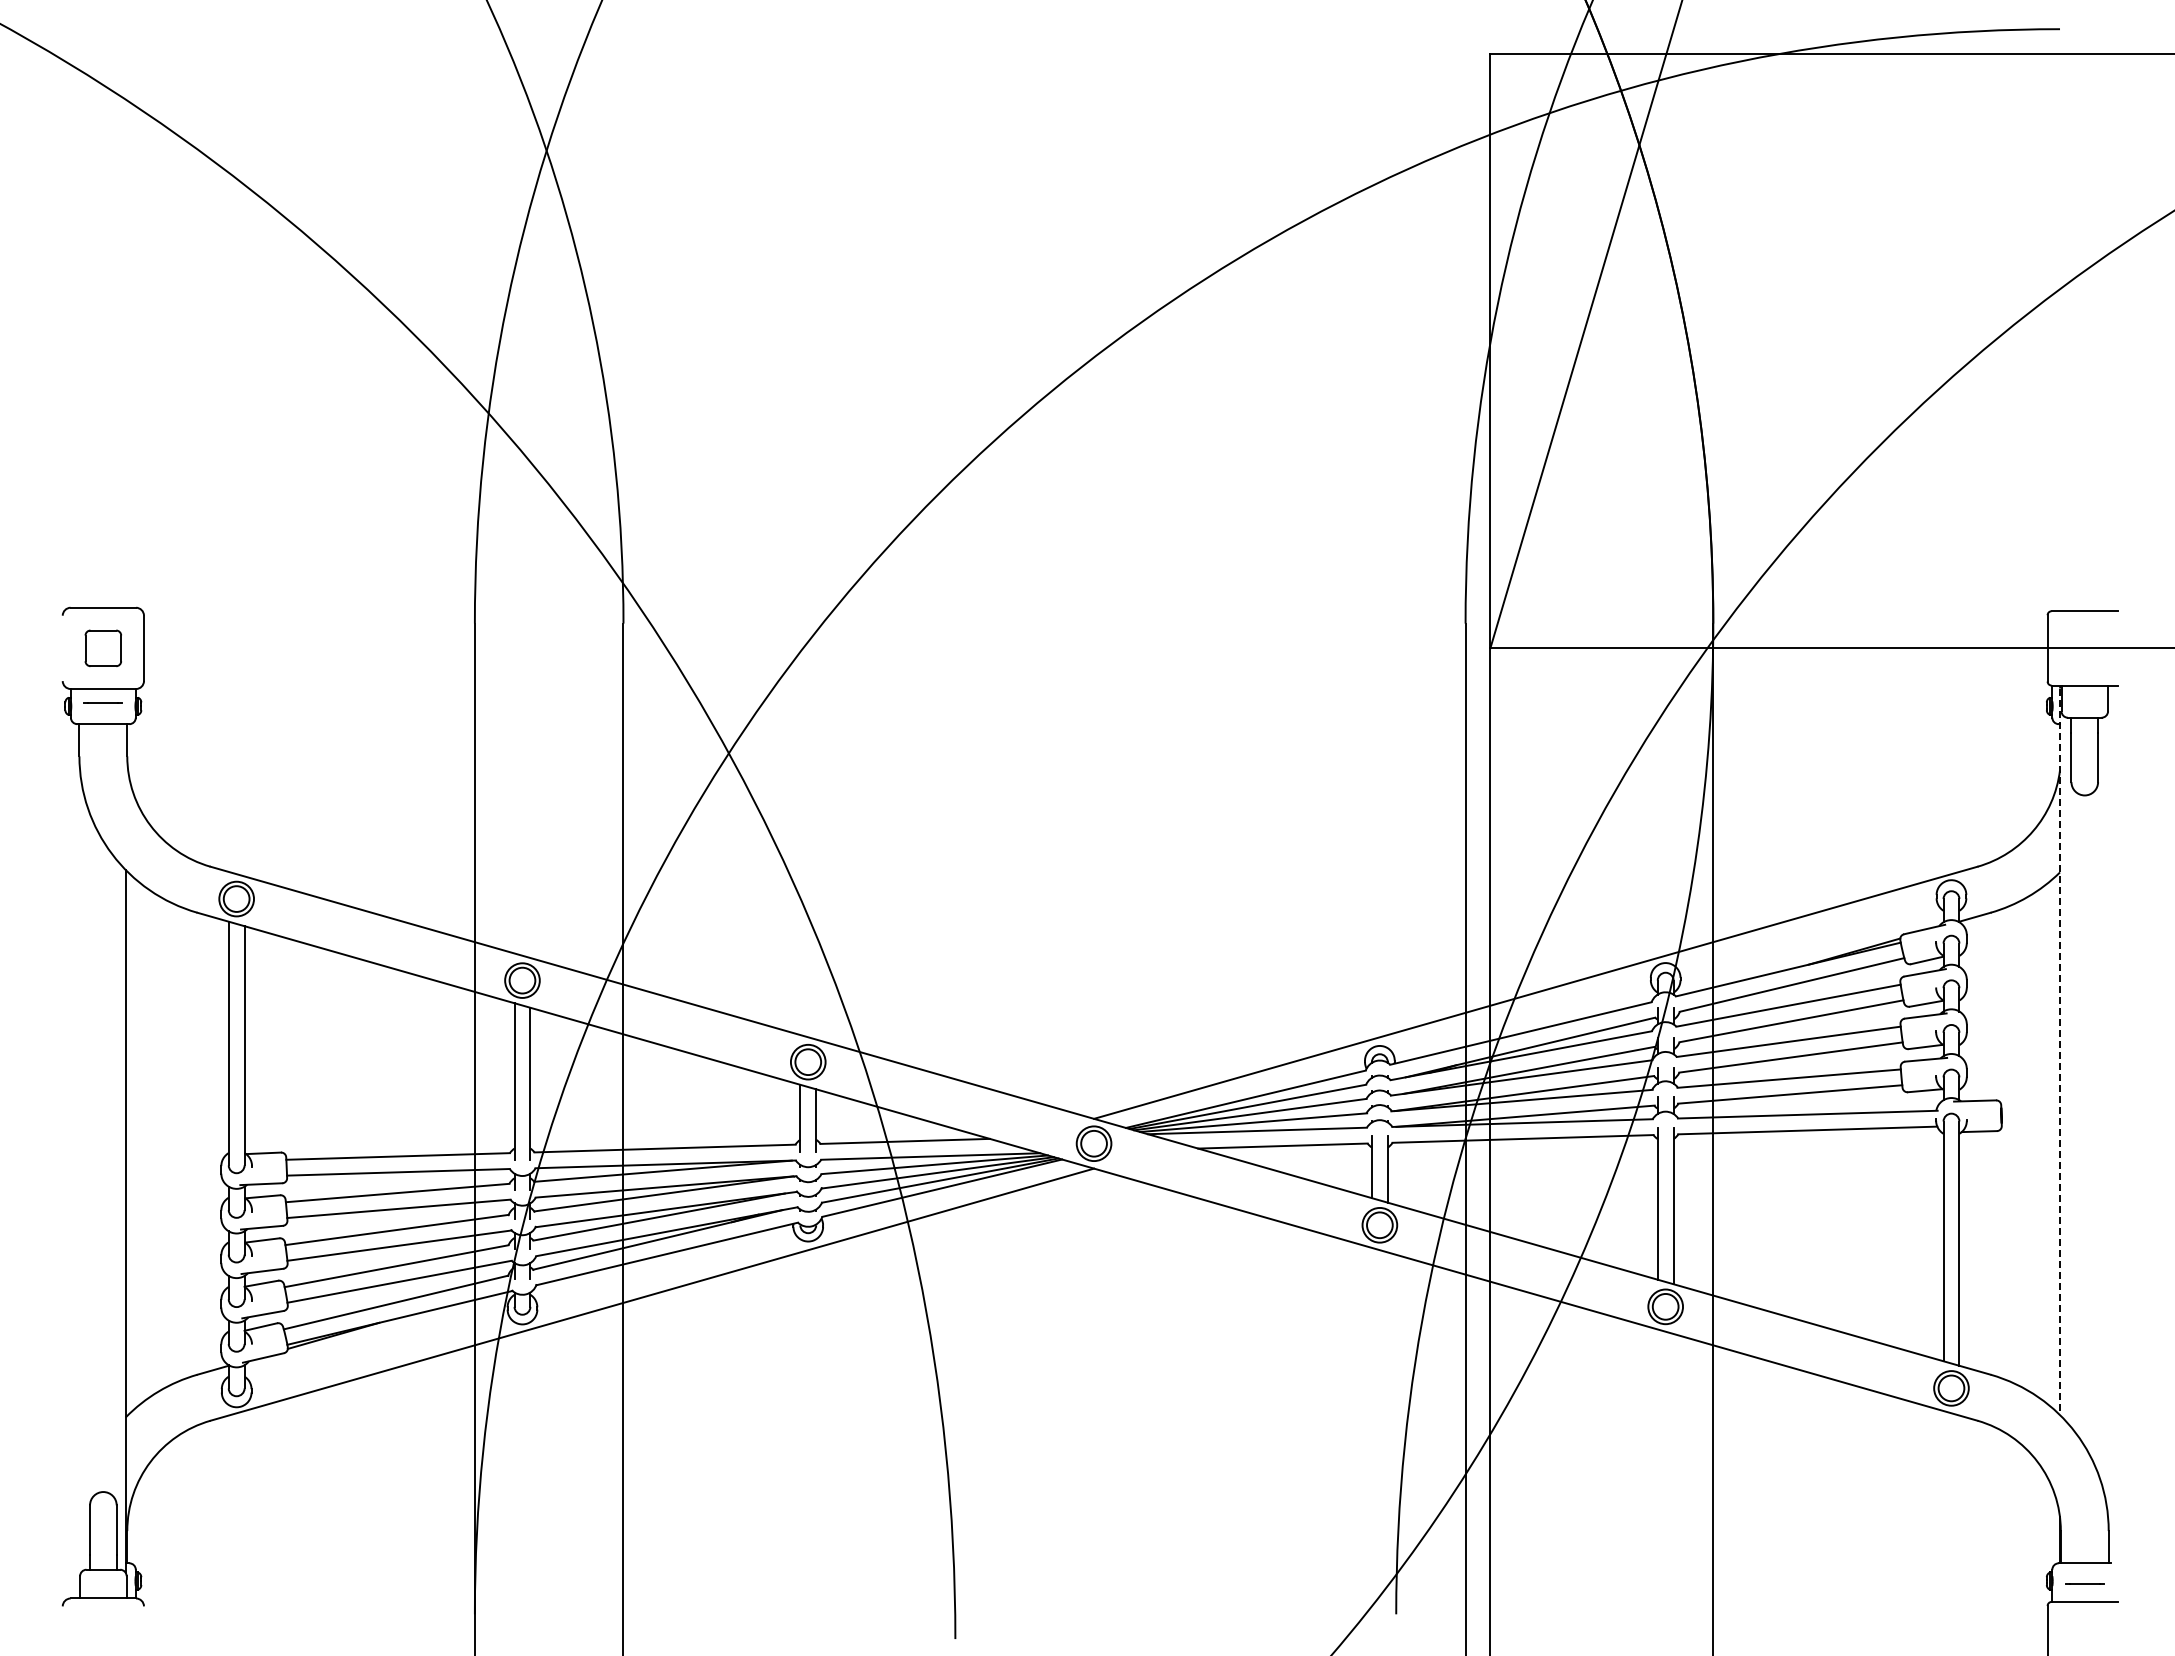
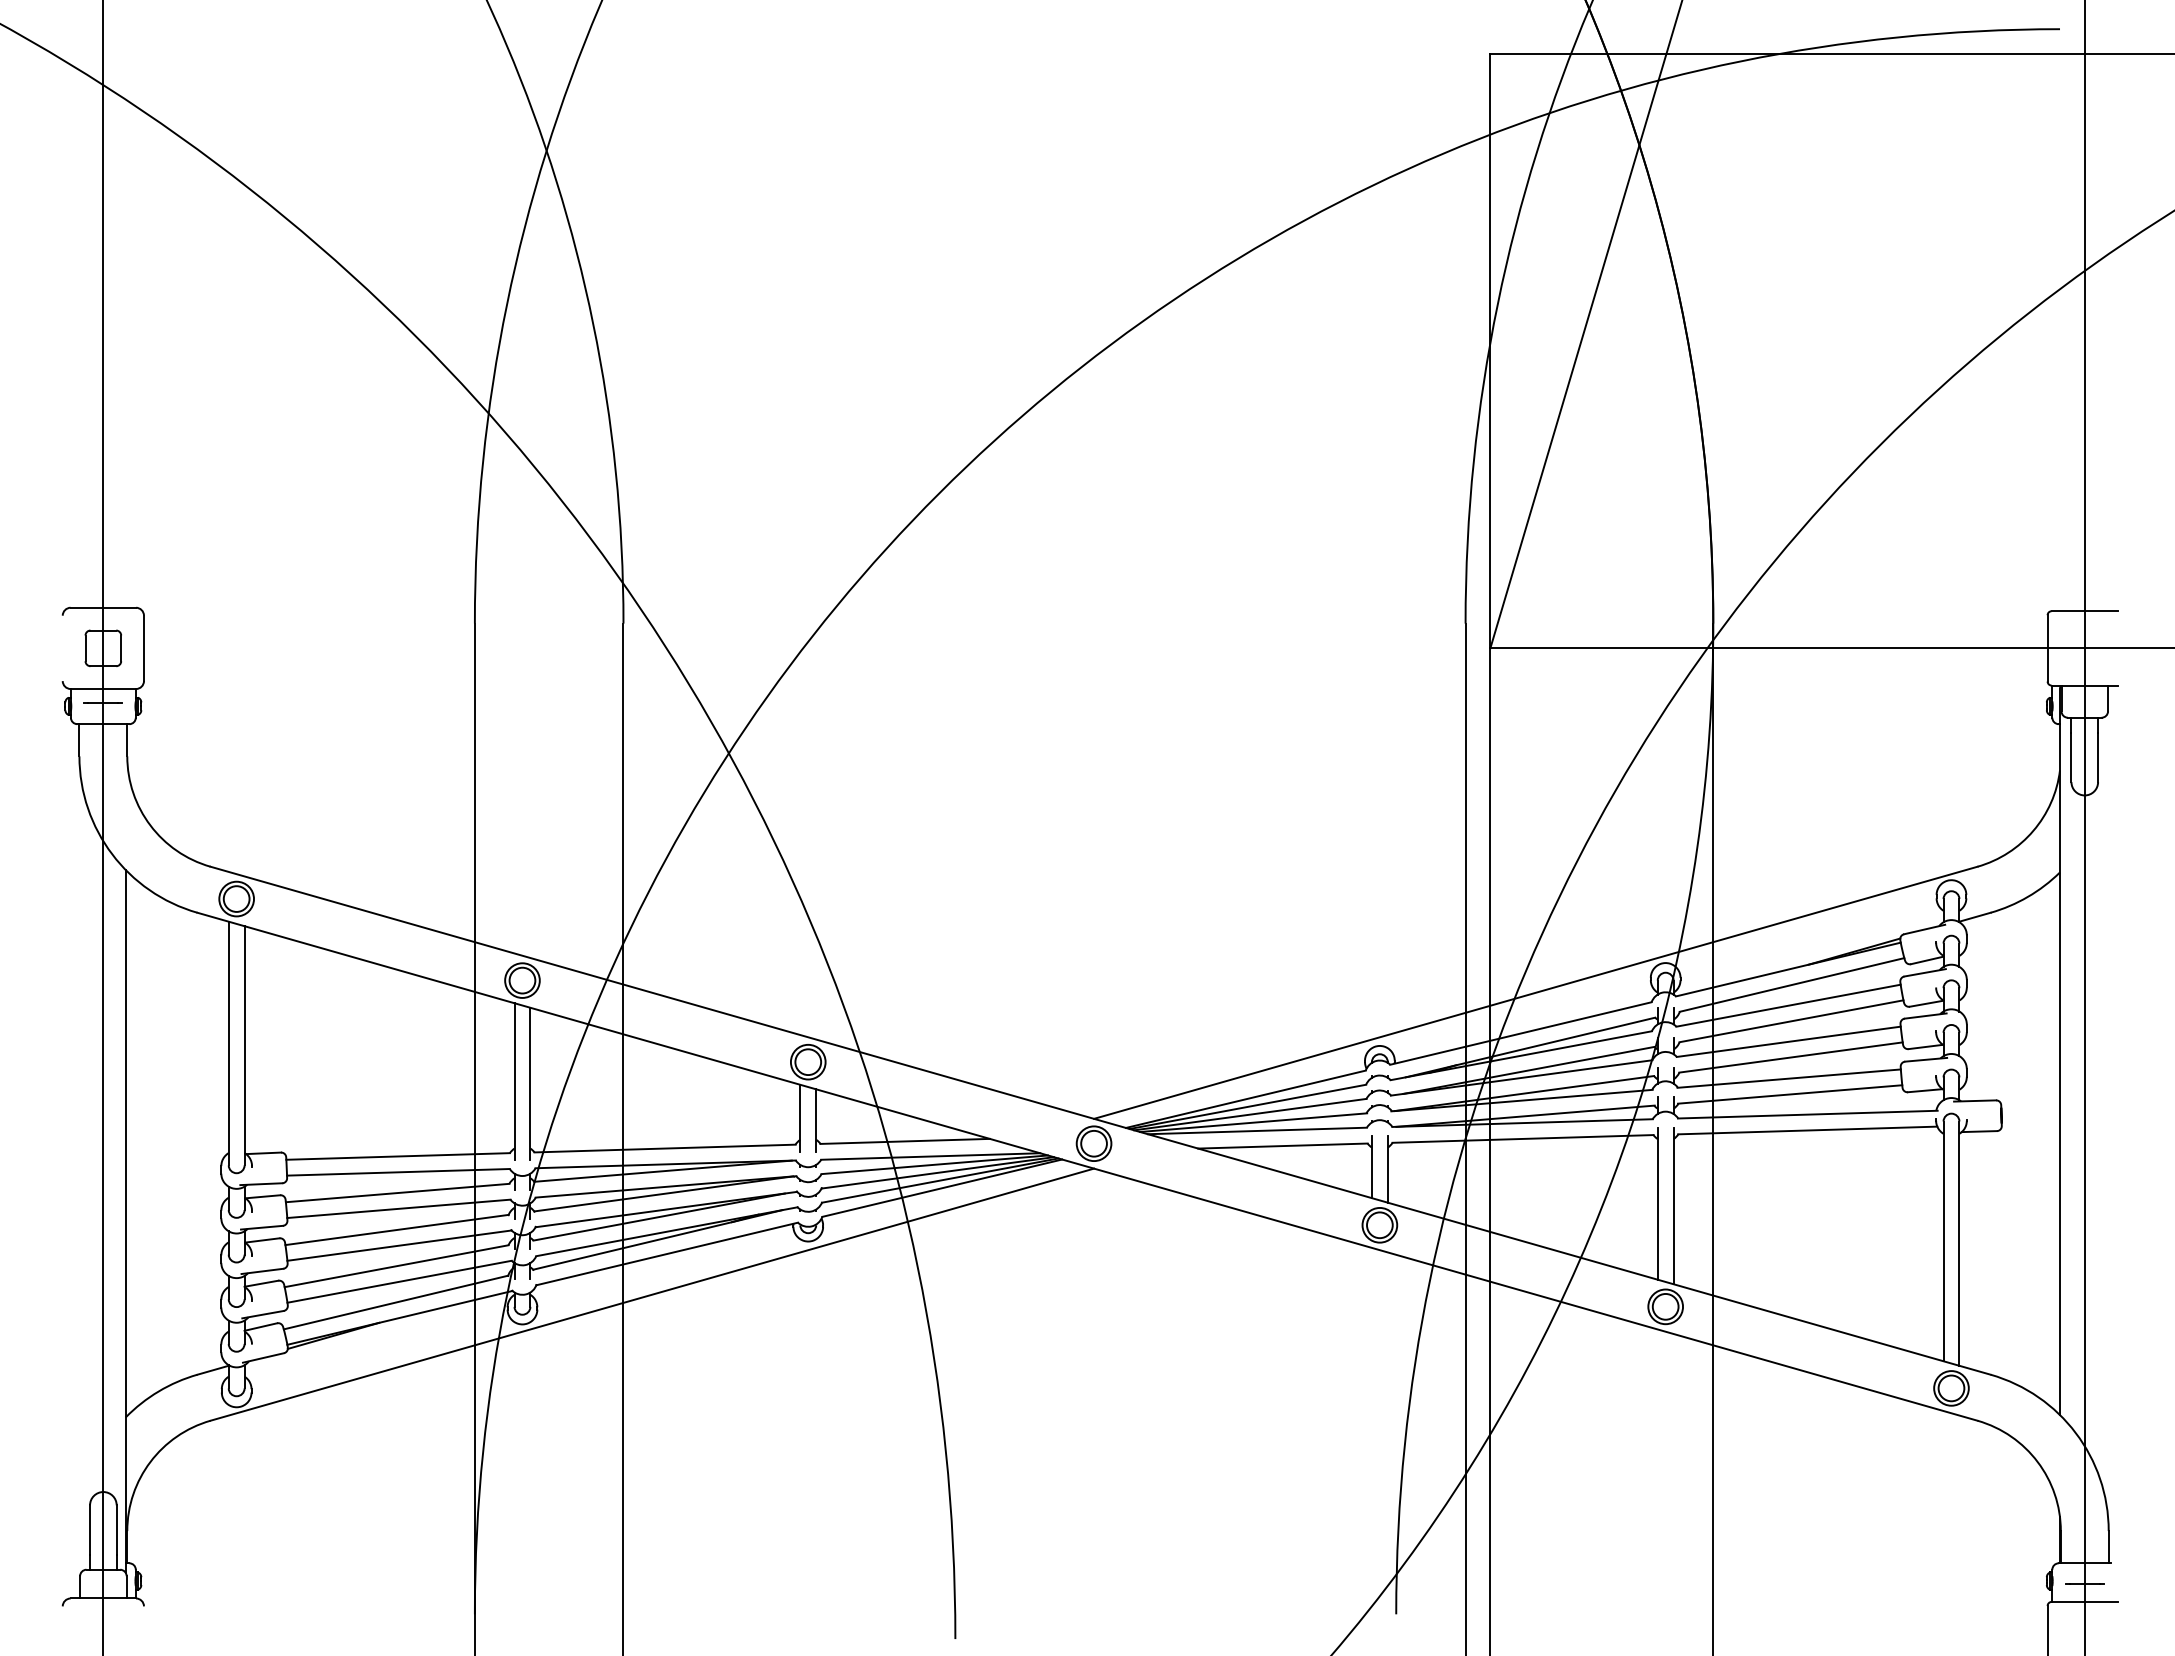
line at (103, 827): none -> present
line at (2084, 827): none -> present
line at (2060, 1052): dashed -> solid
